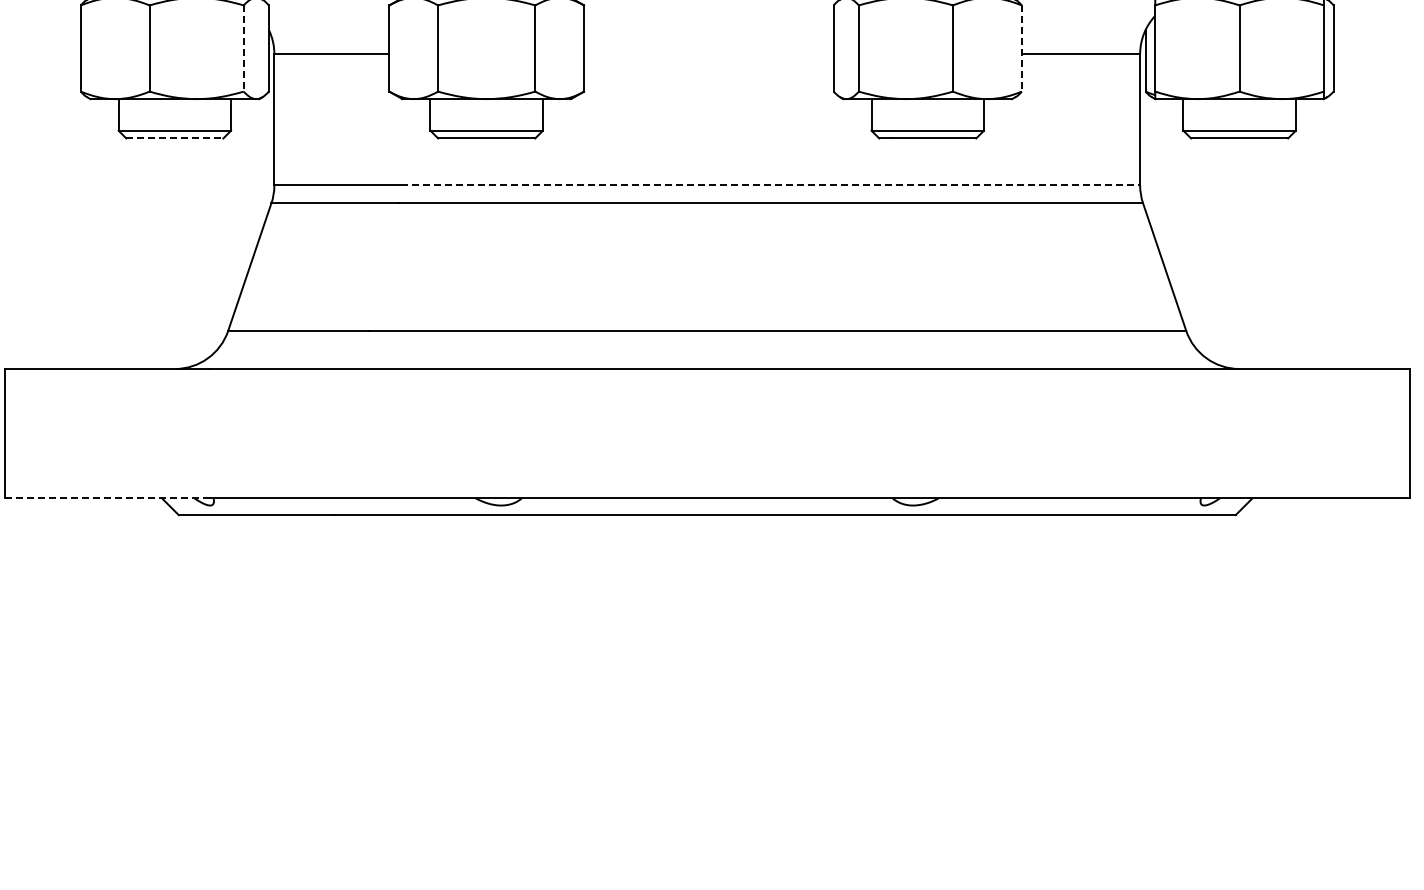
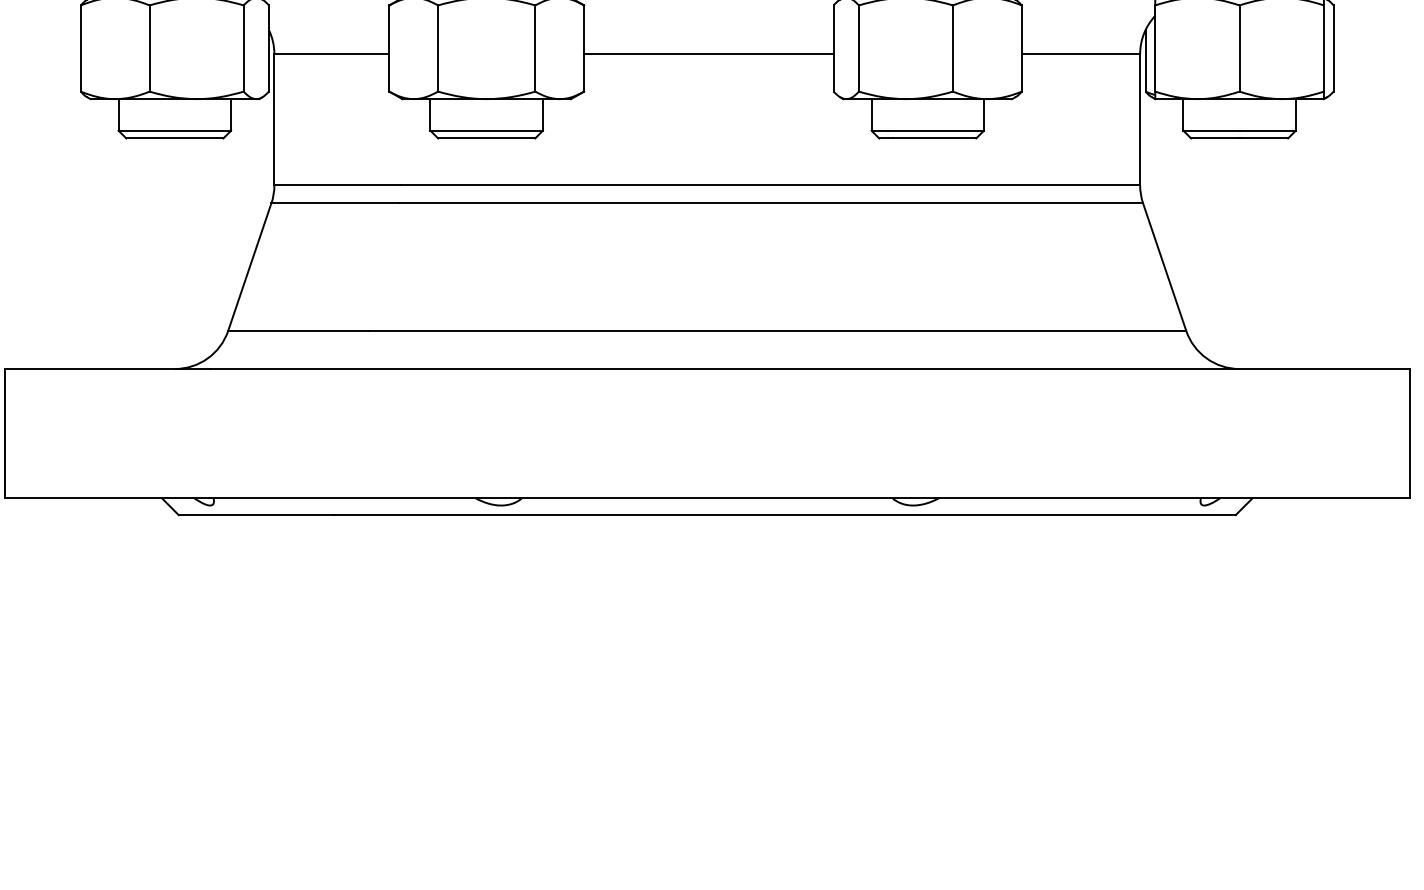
line at (243, 49): dashed -> solid
line at (1021, 49): dashed -> solid
line at (708, 54): none -> present
line at (174, 138): dashed -> solid
line at (771, 185): dashed -> solid
line at (107, 498): dashed -> solid
